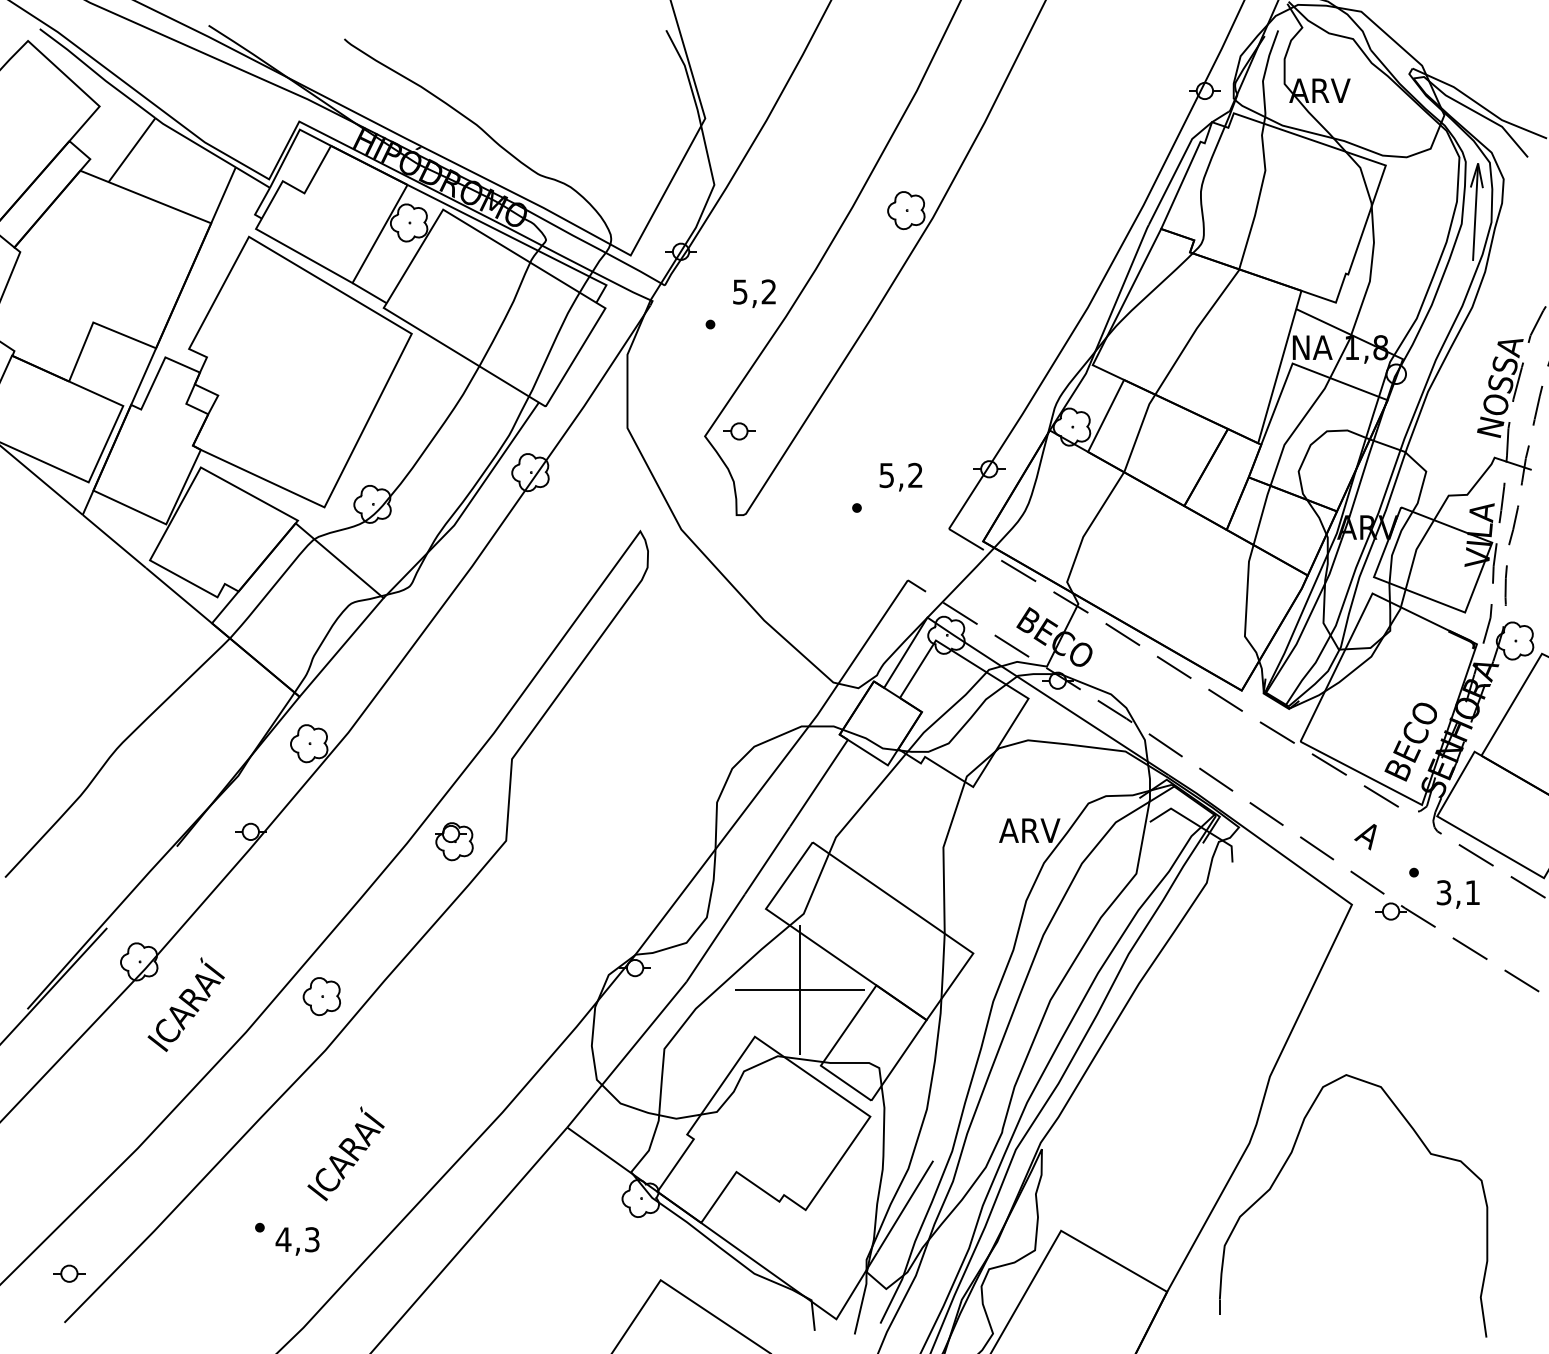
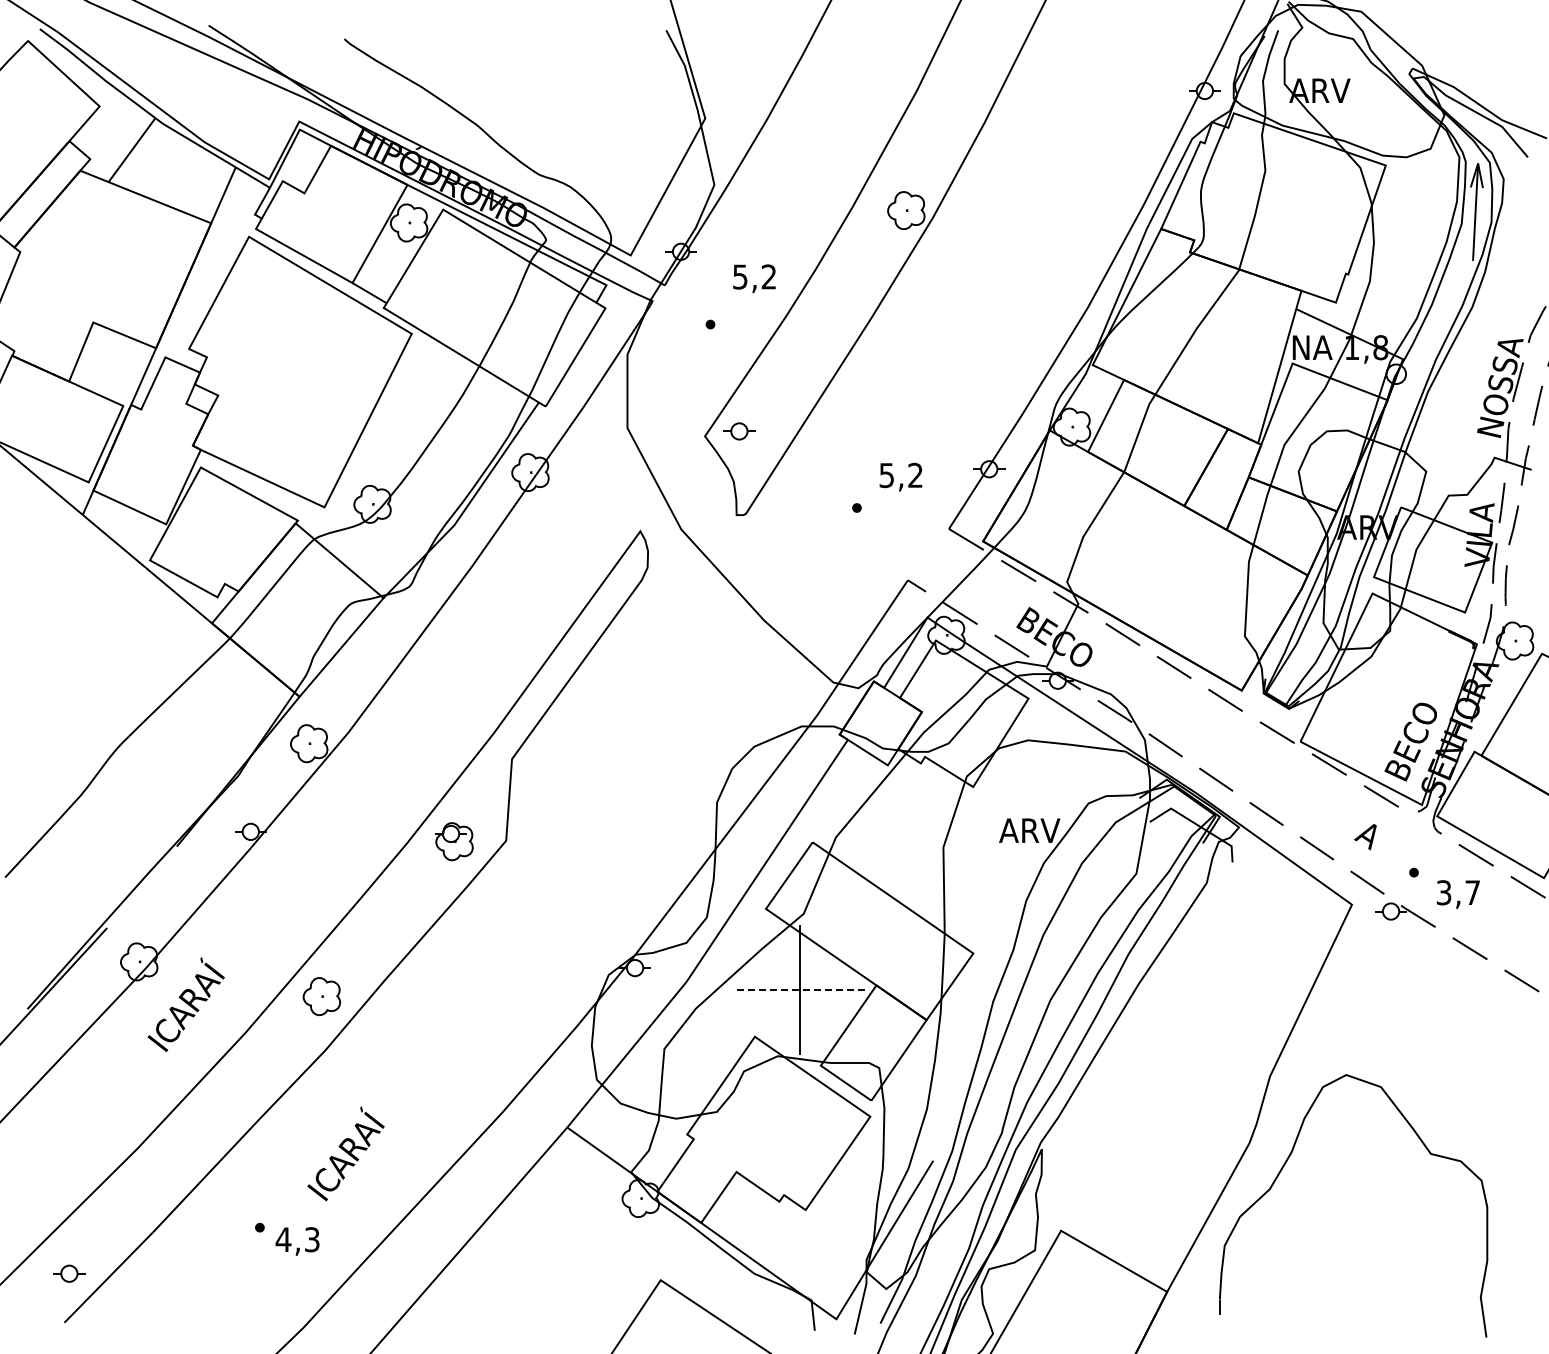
text at (754, 293) position: (754, 293) -> (754, 278)
text at (1472, 892): 3,1 -> 3,7
line at (799, 990): solid -> dashed
